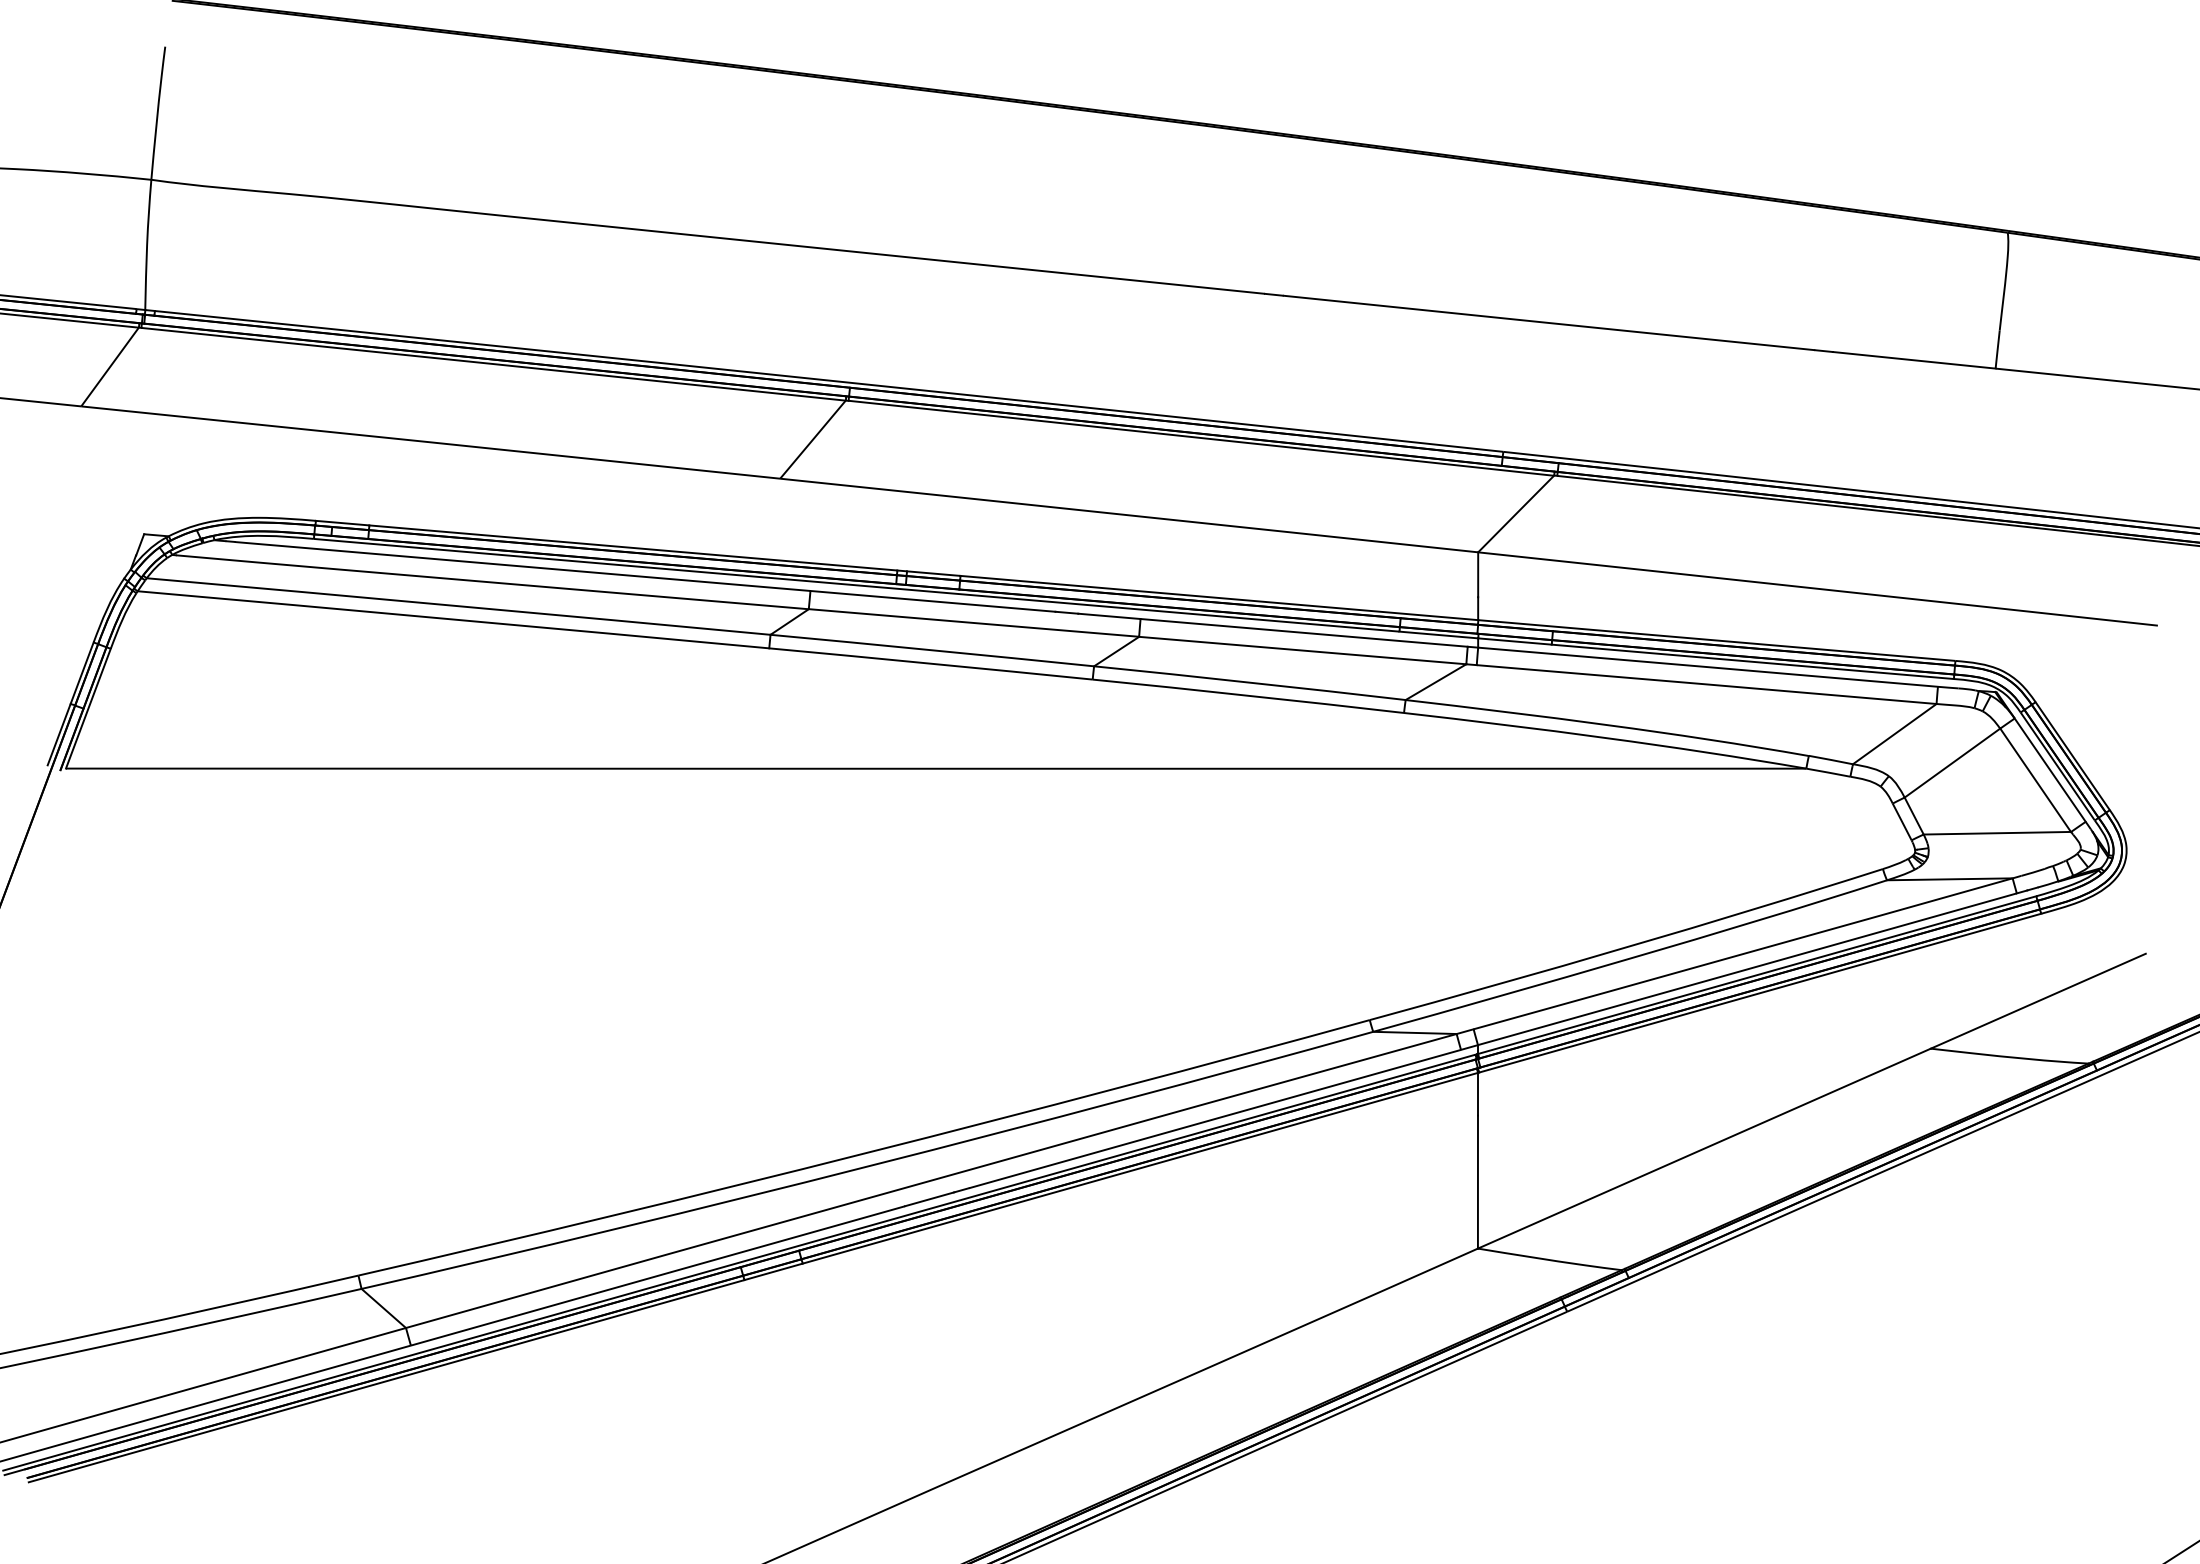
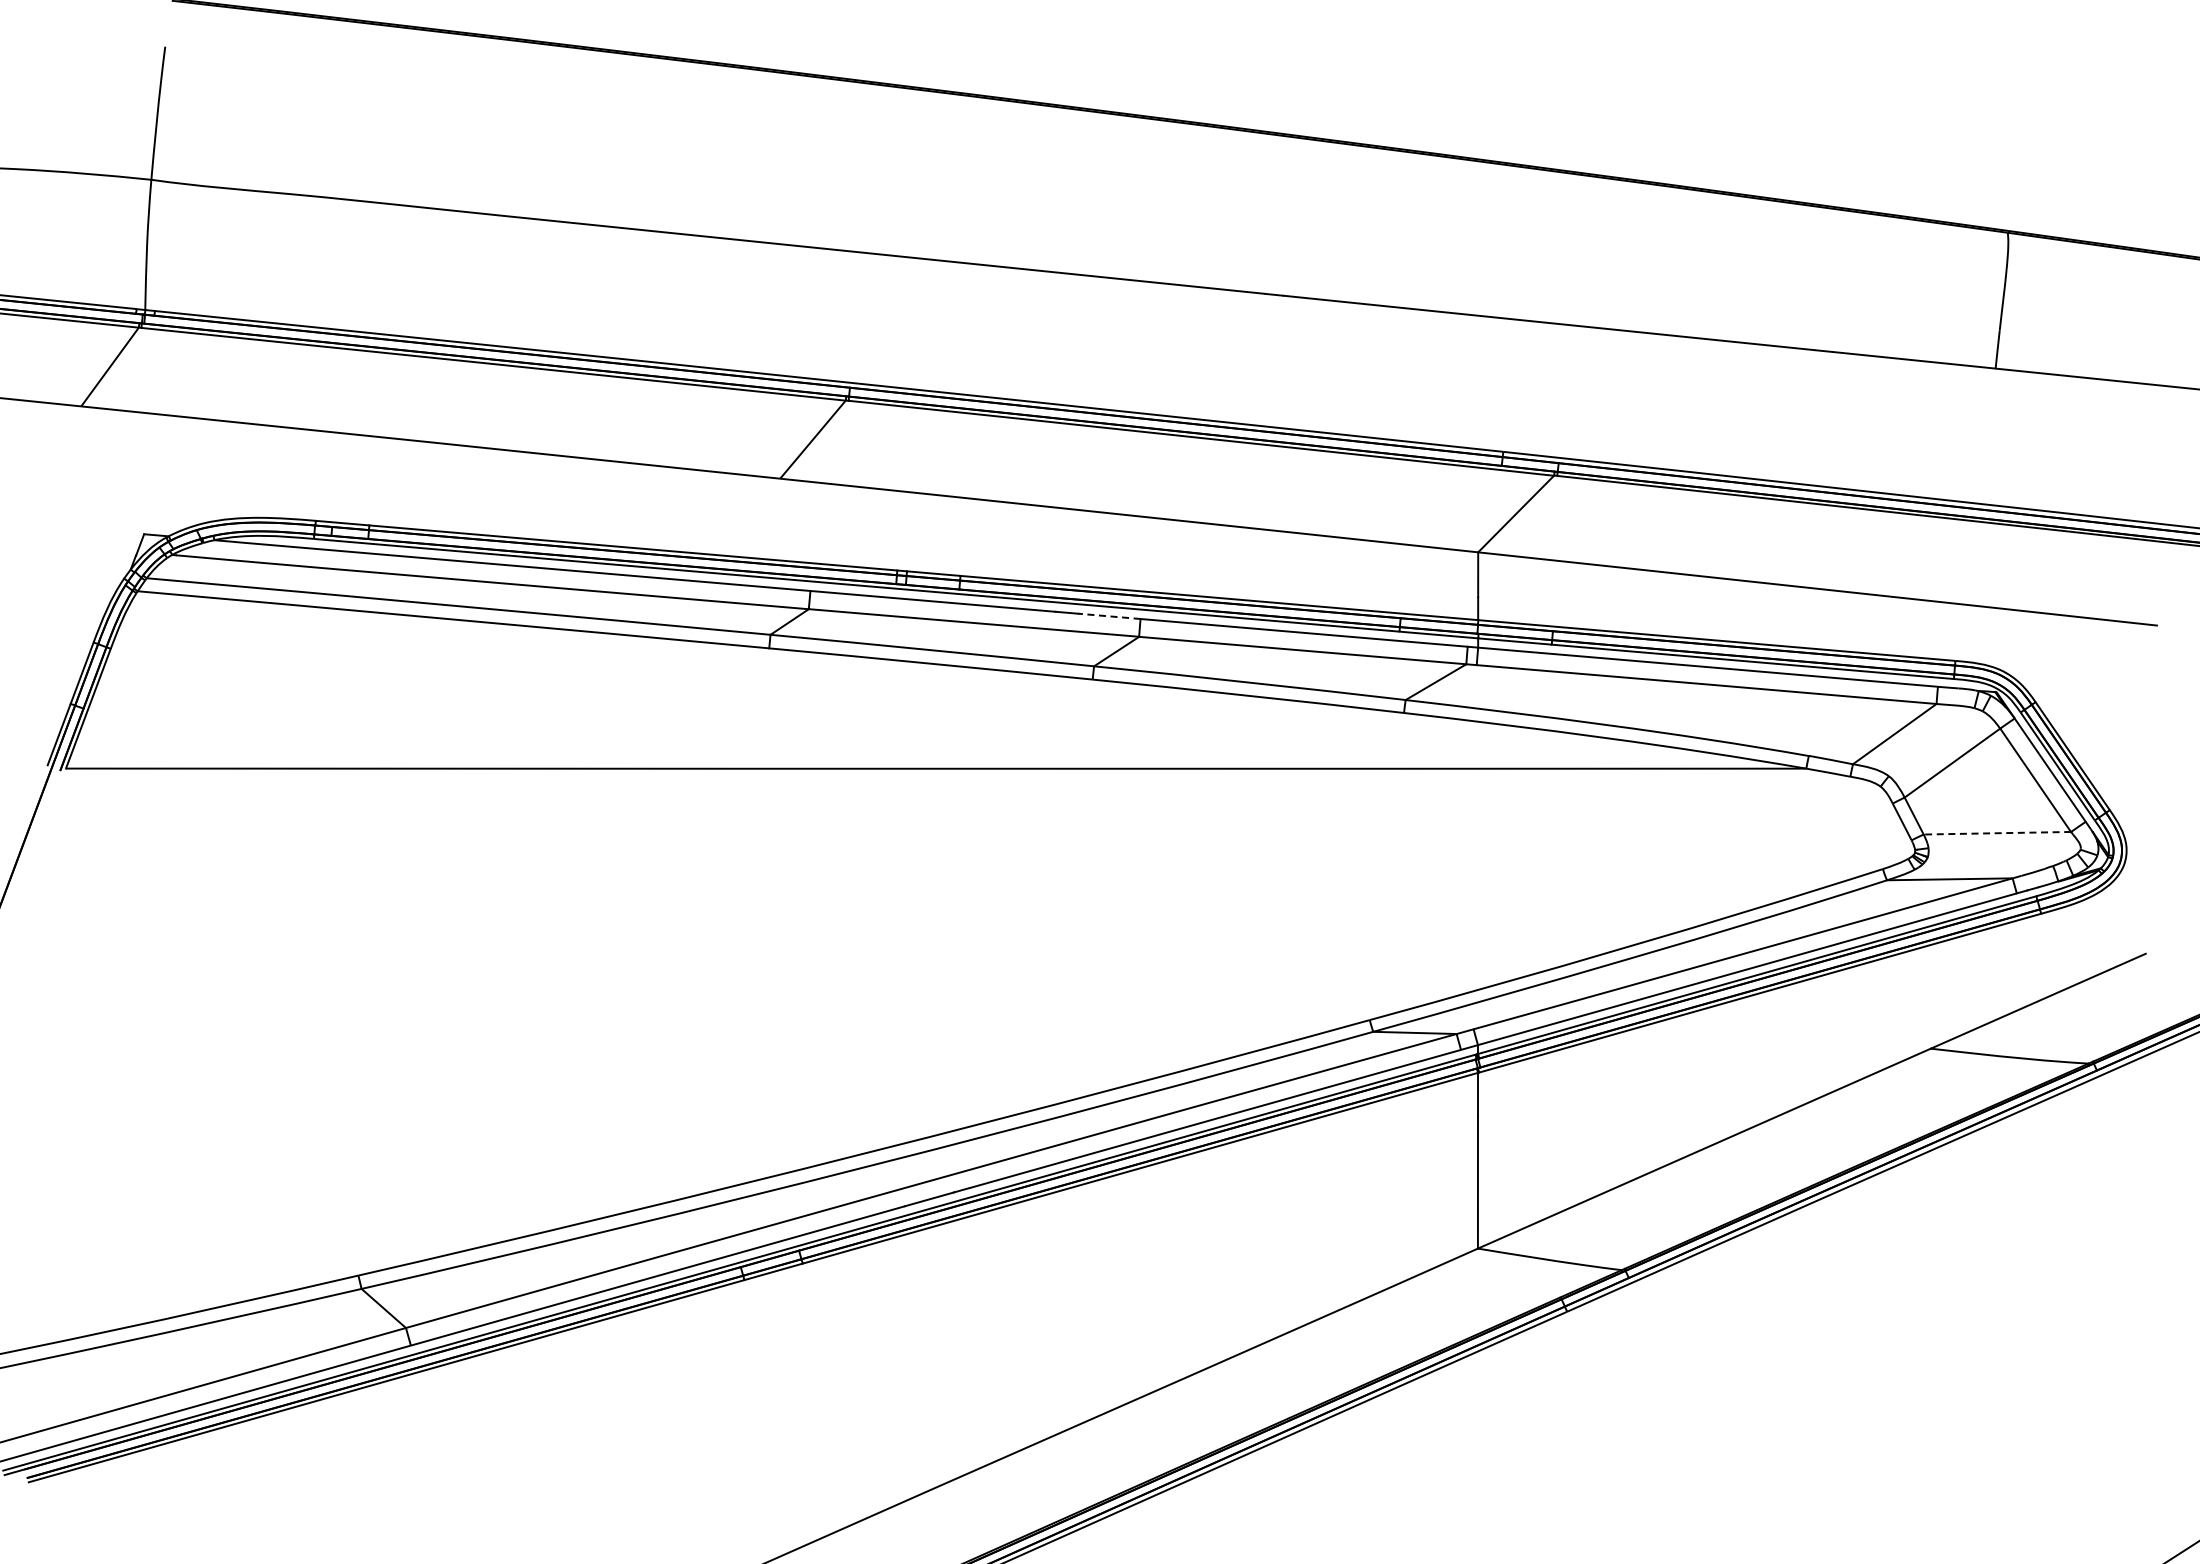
line at (1108, 616): solid -> dashed
line at (1997, 833): solid -> dashed
